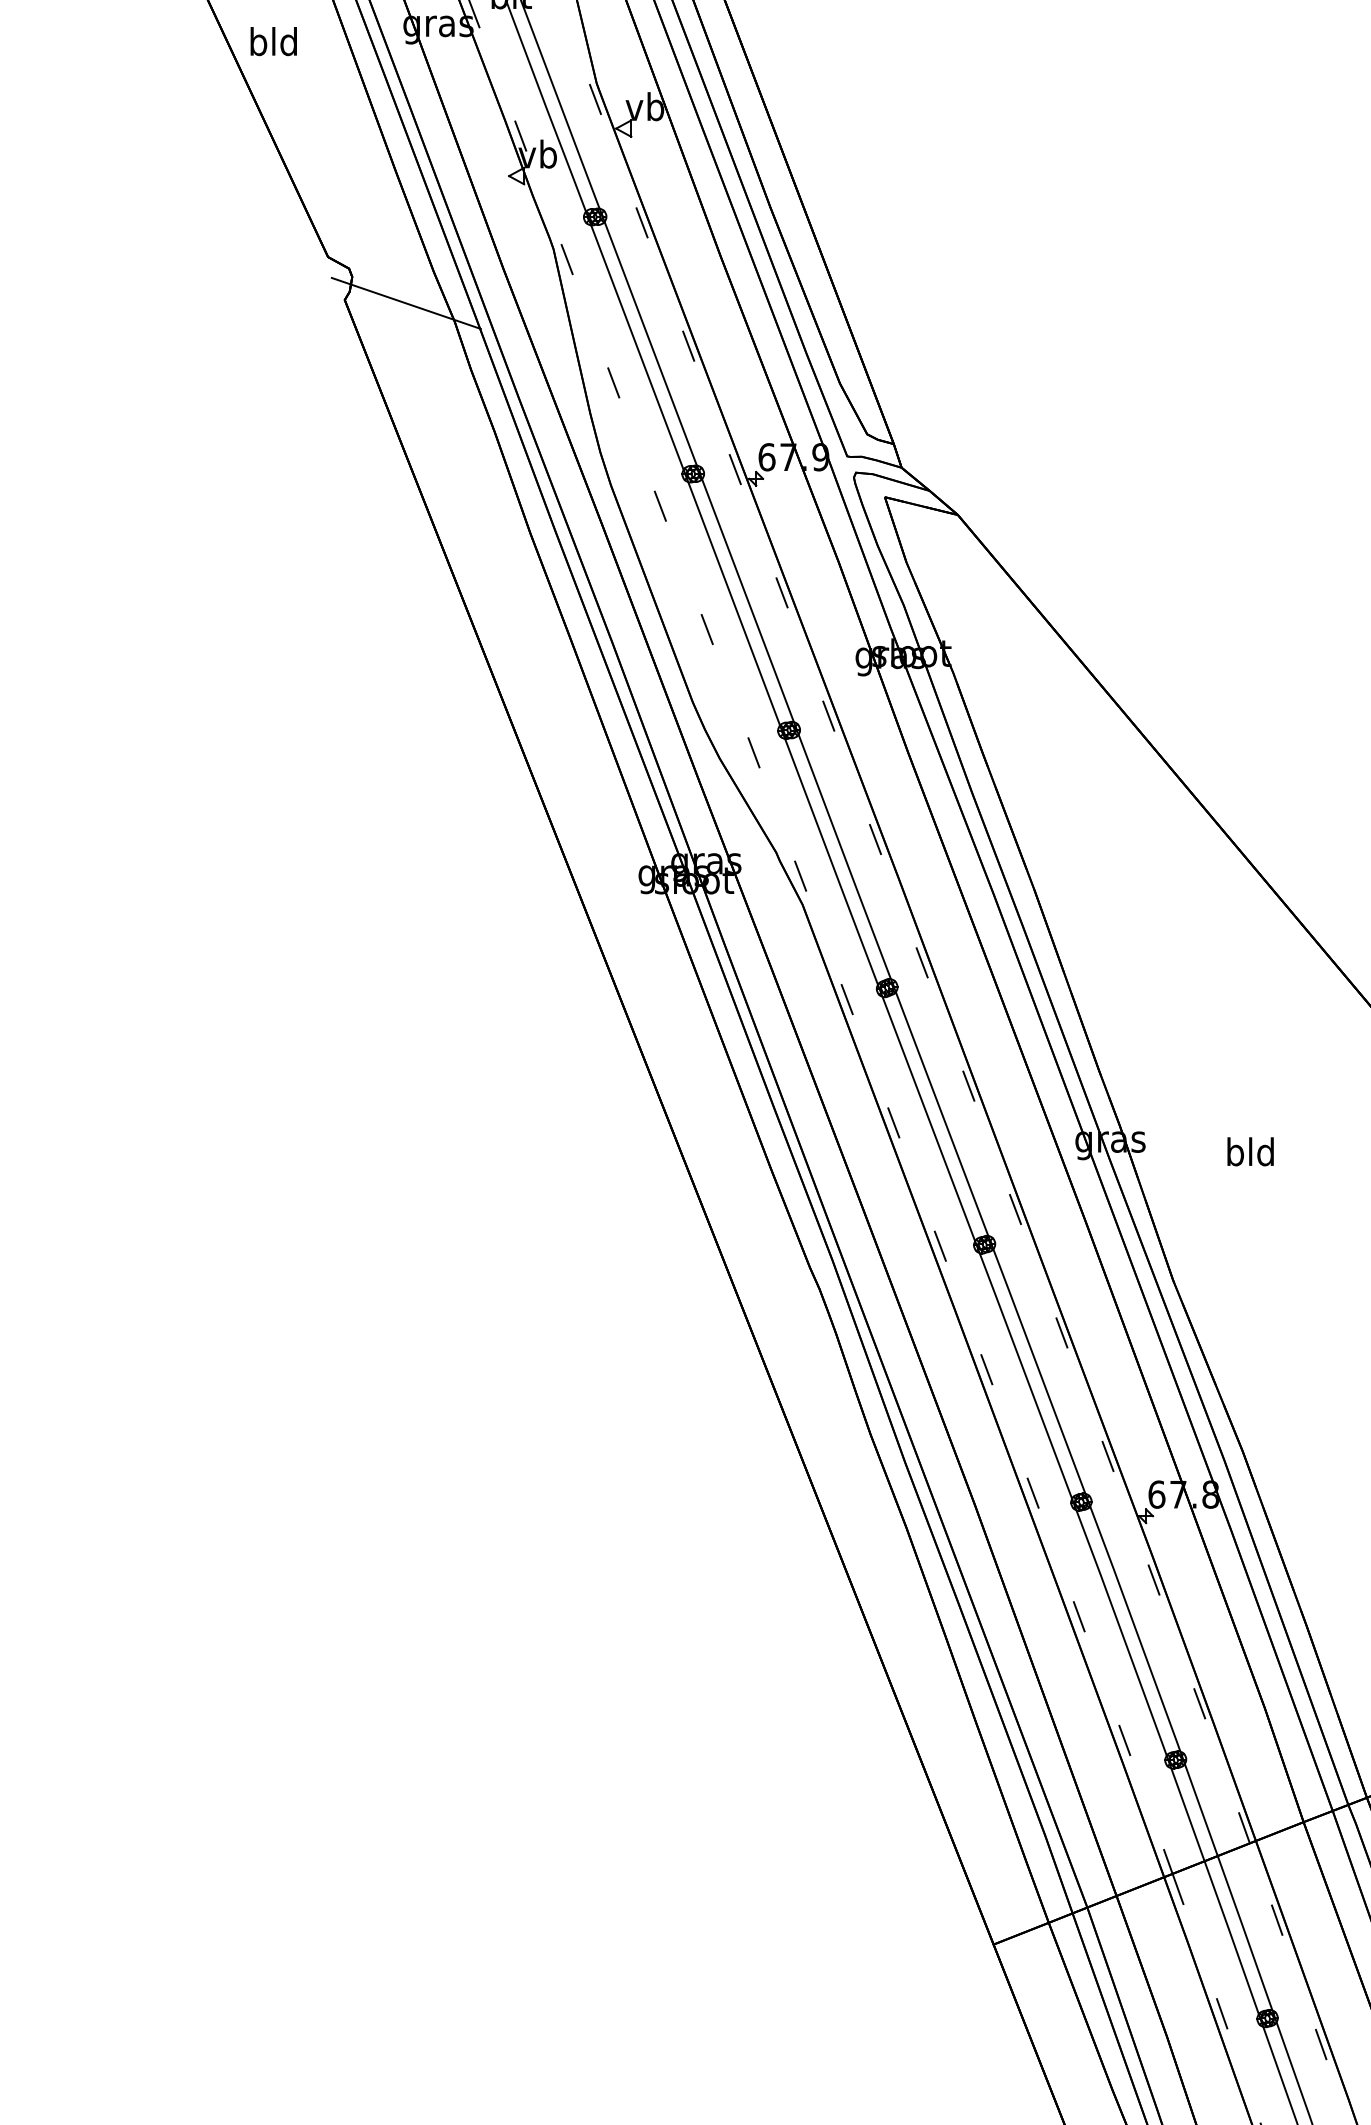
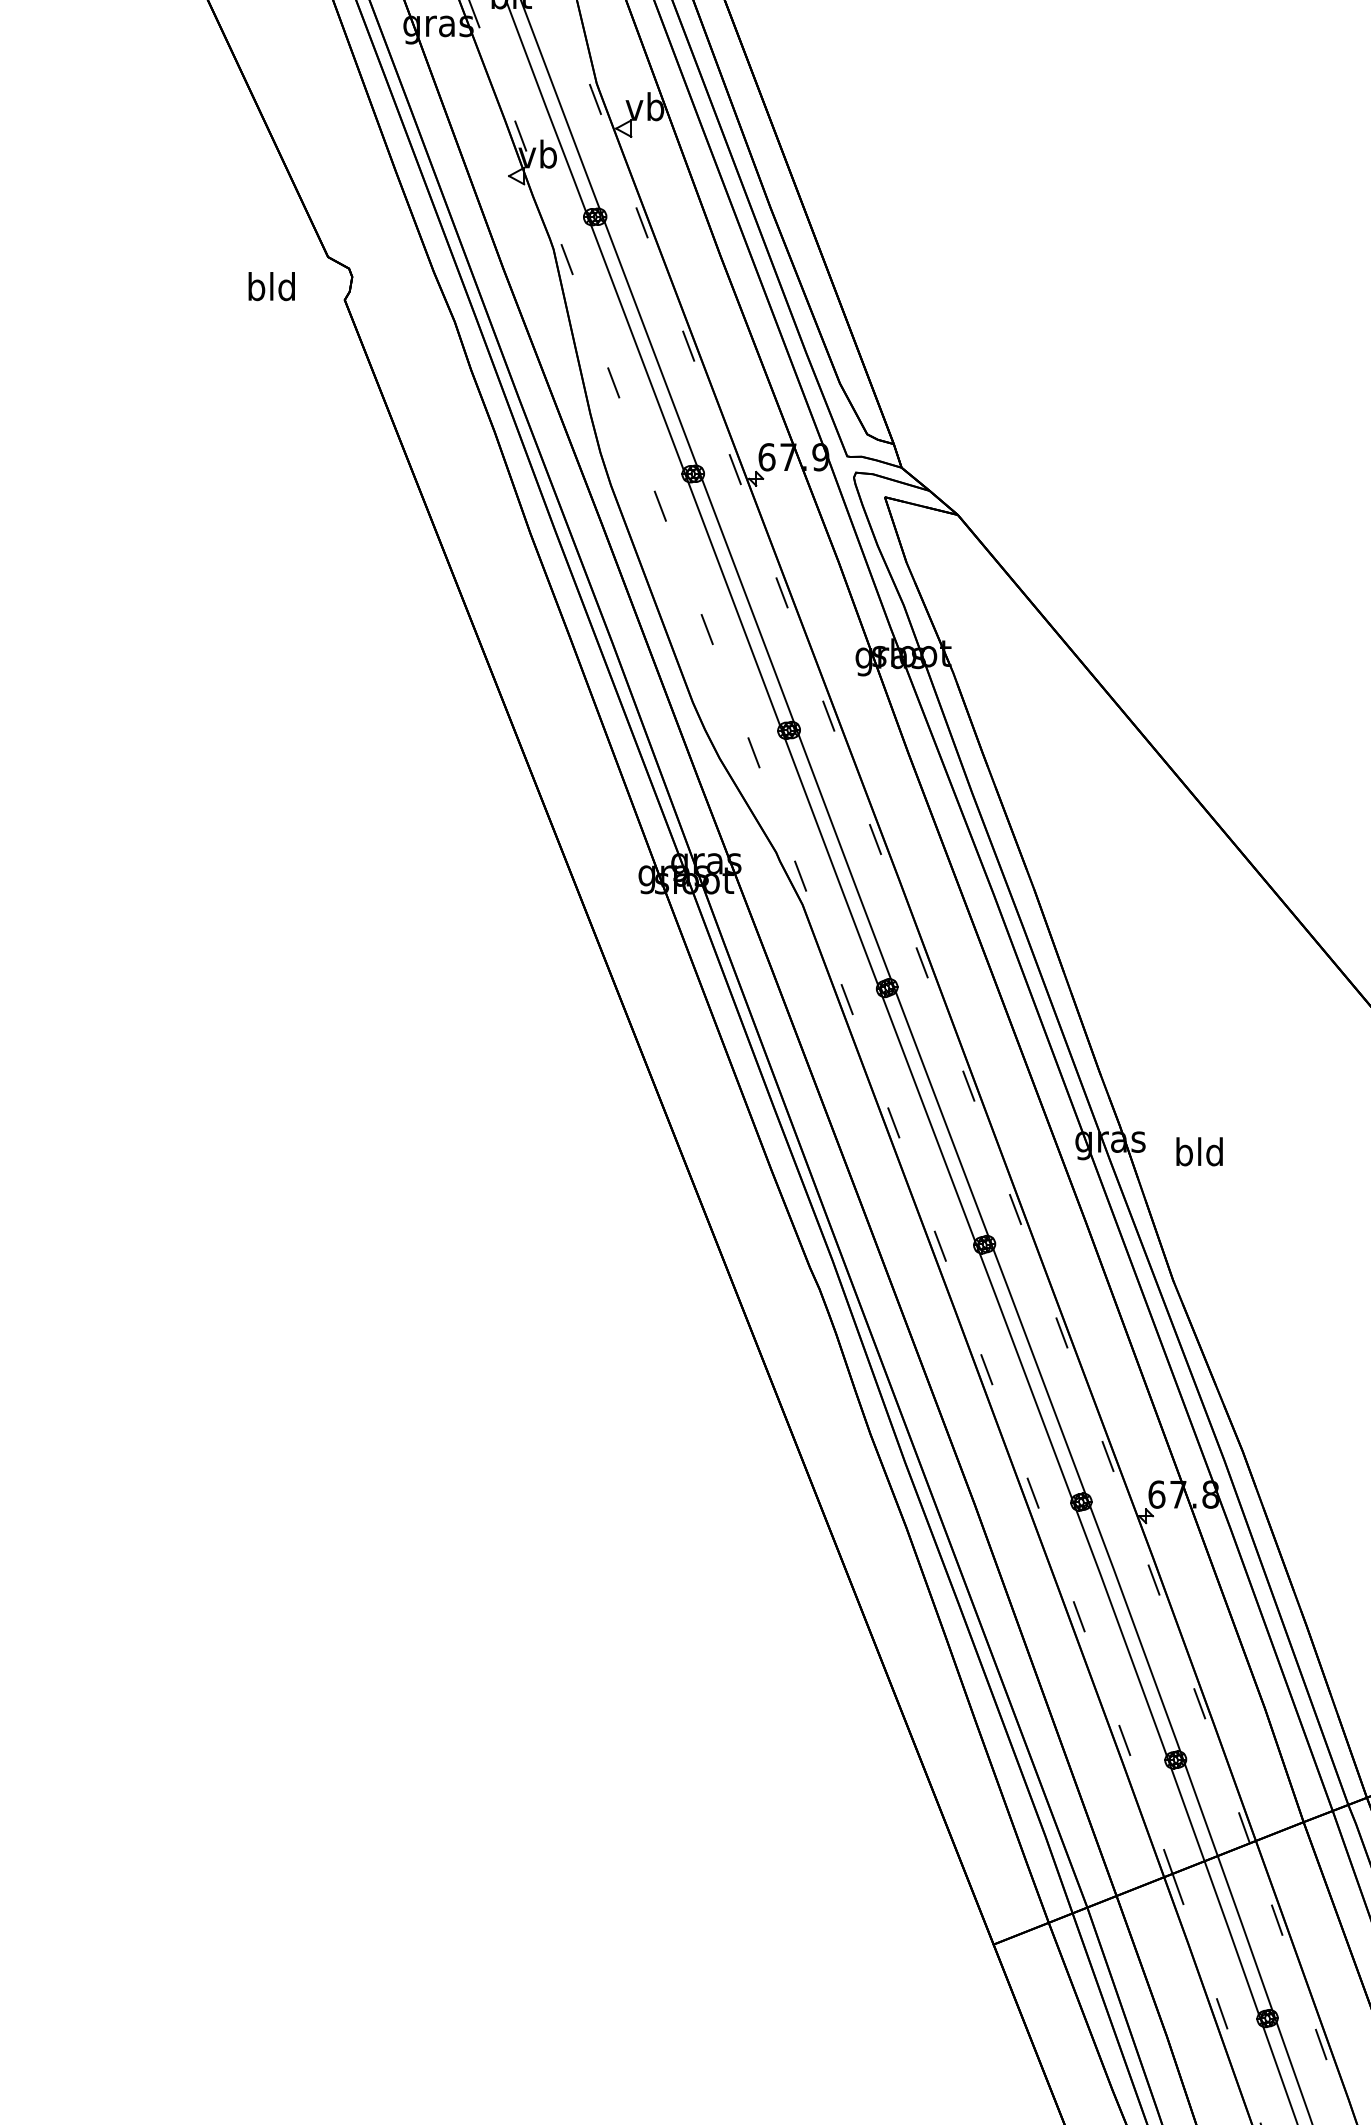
text at (273, 41) position: (273, 41) -> (271, 286)
line at (405, 302): present -> none
text at (1250, 1151) position: (1250, 1151) -> (1199, 1151)
